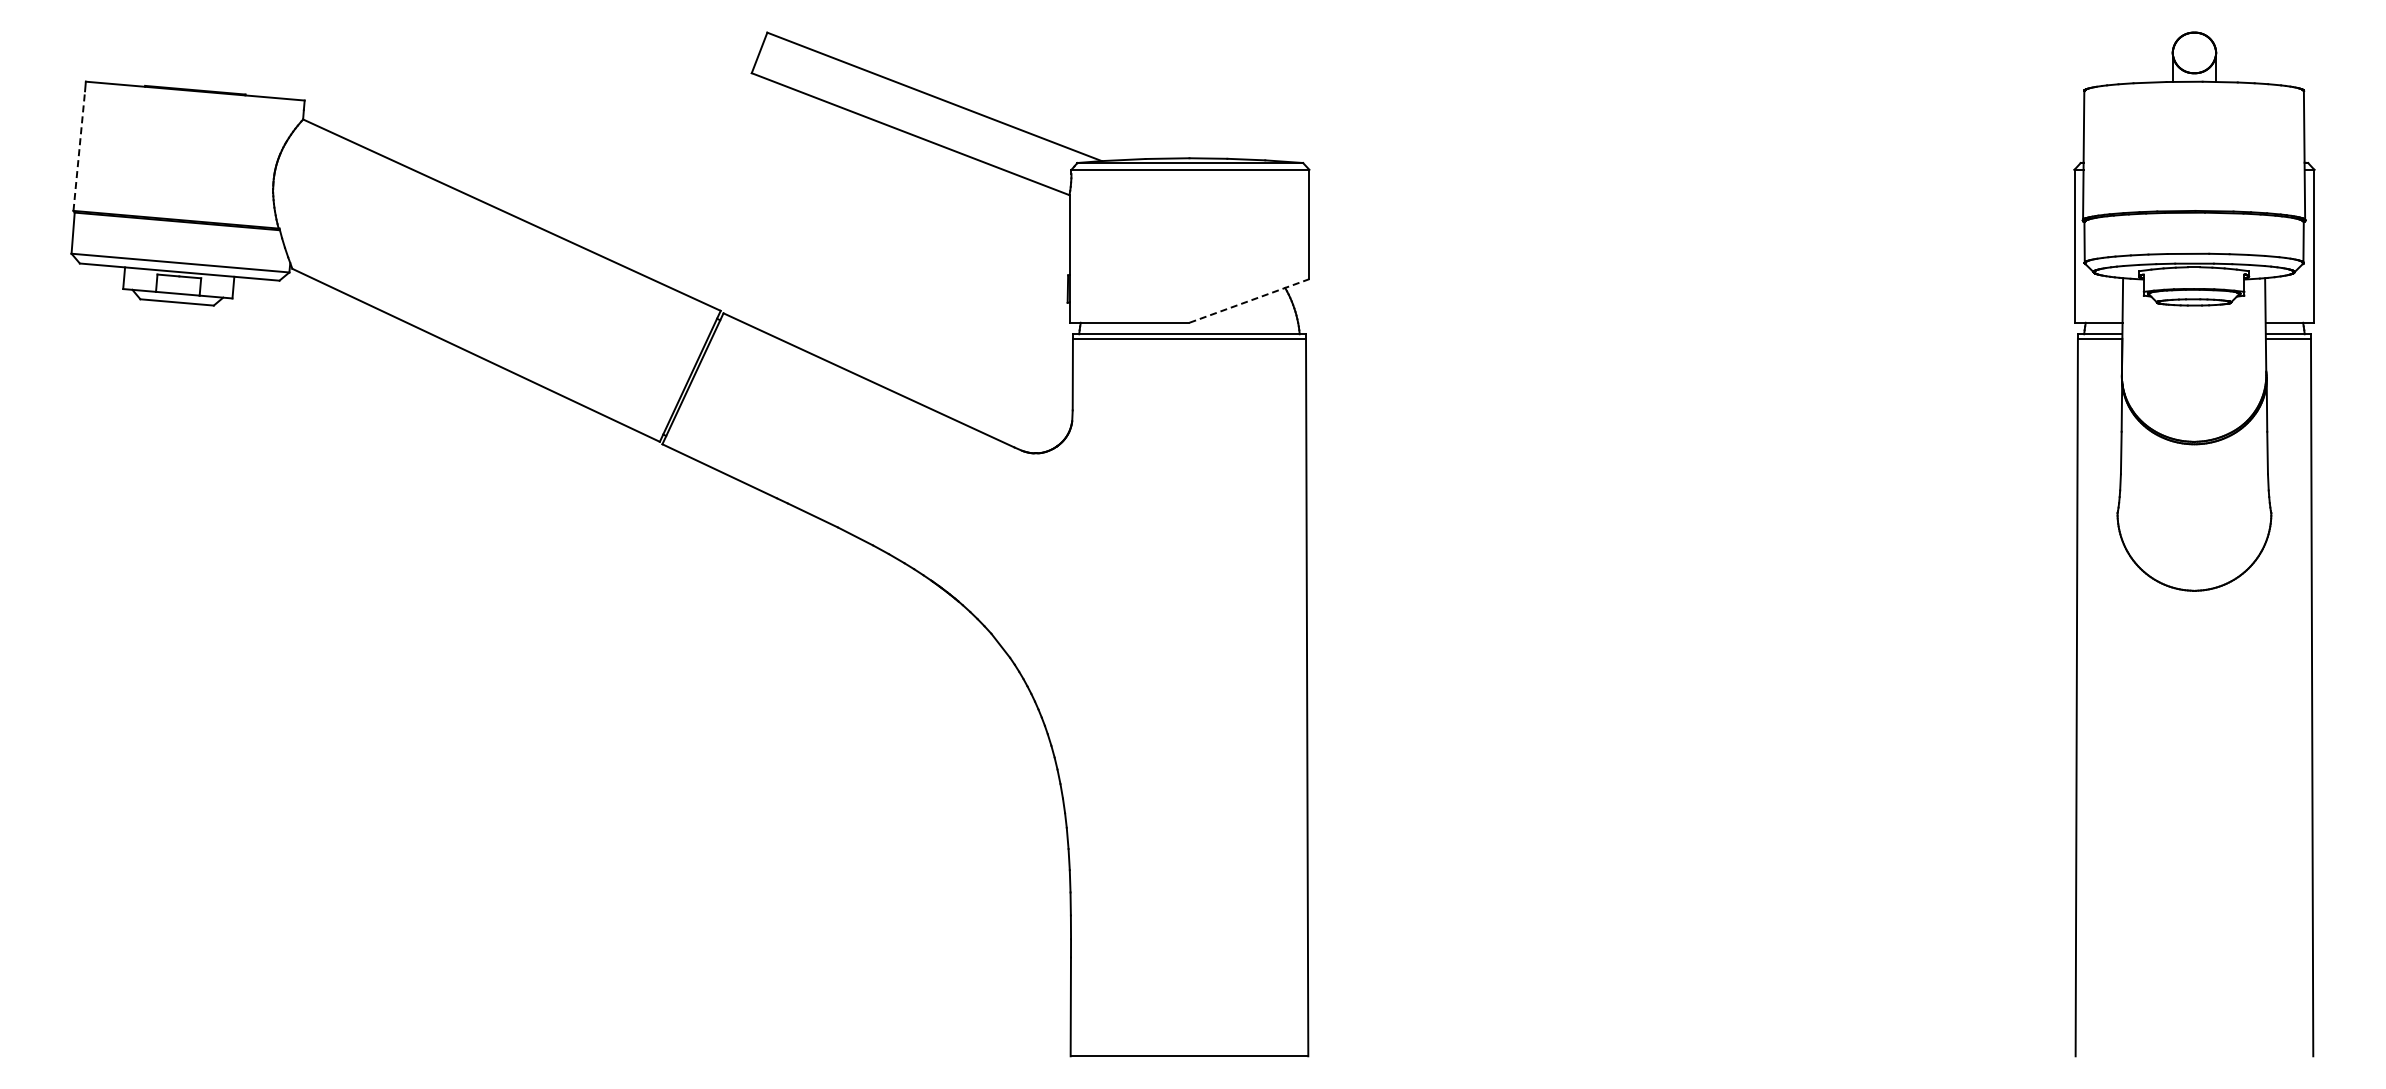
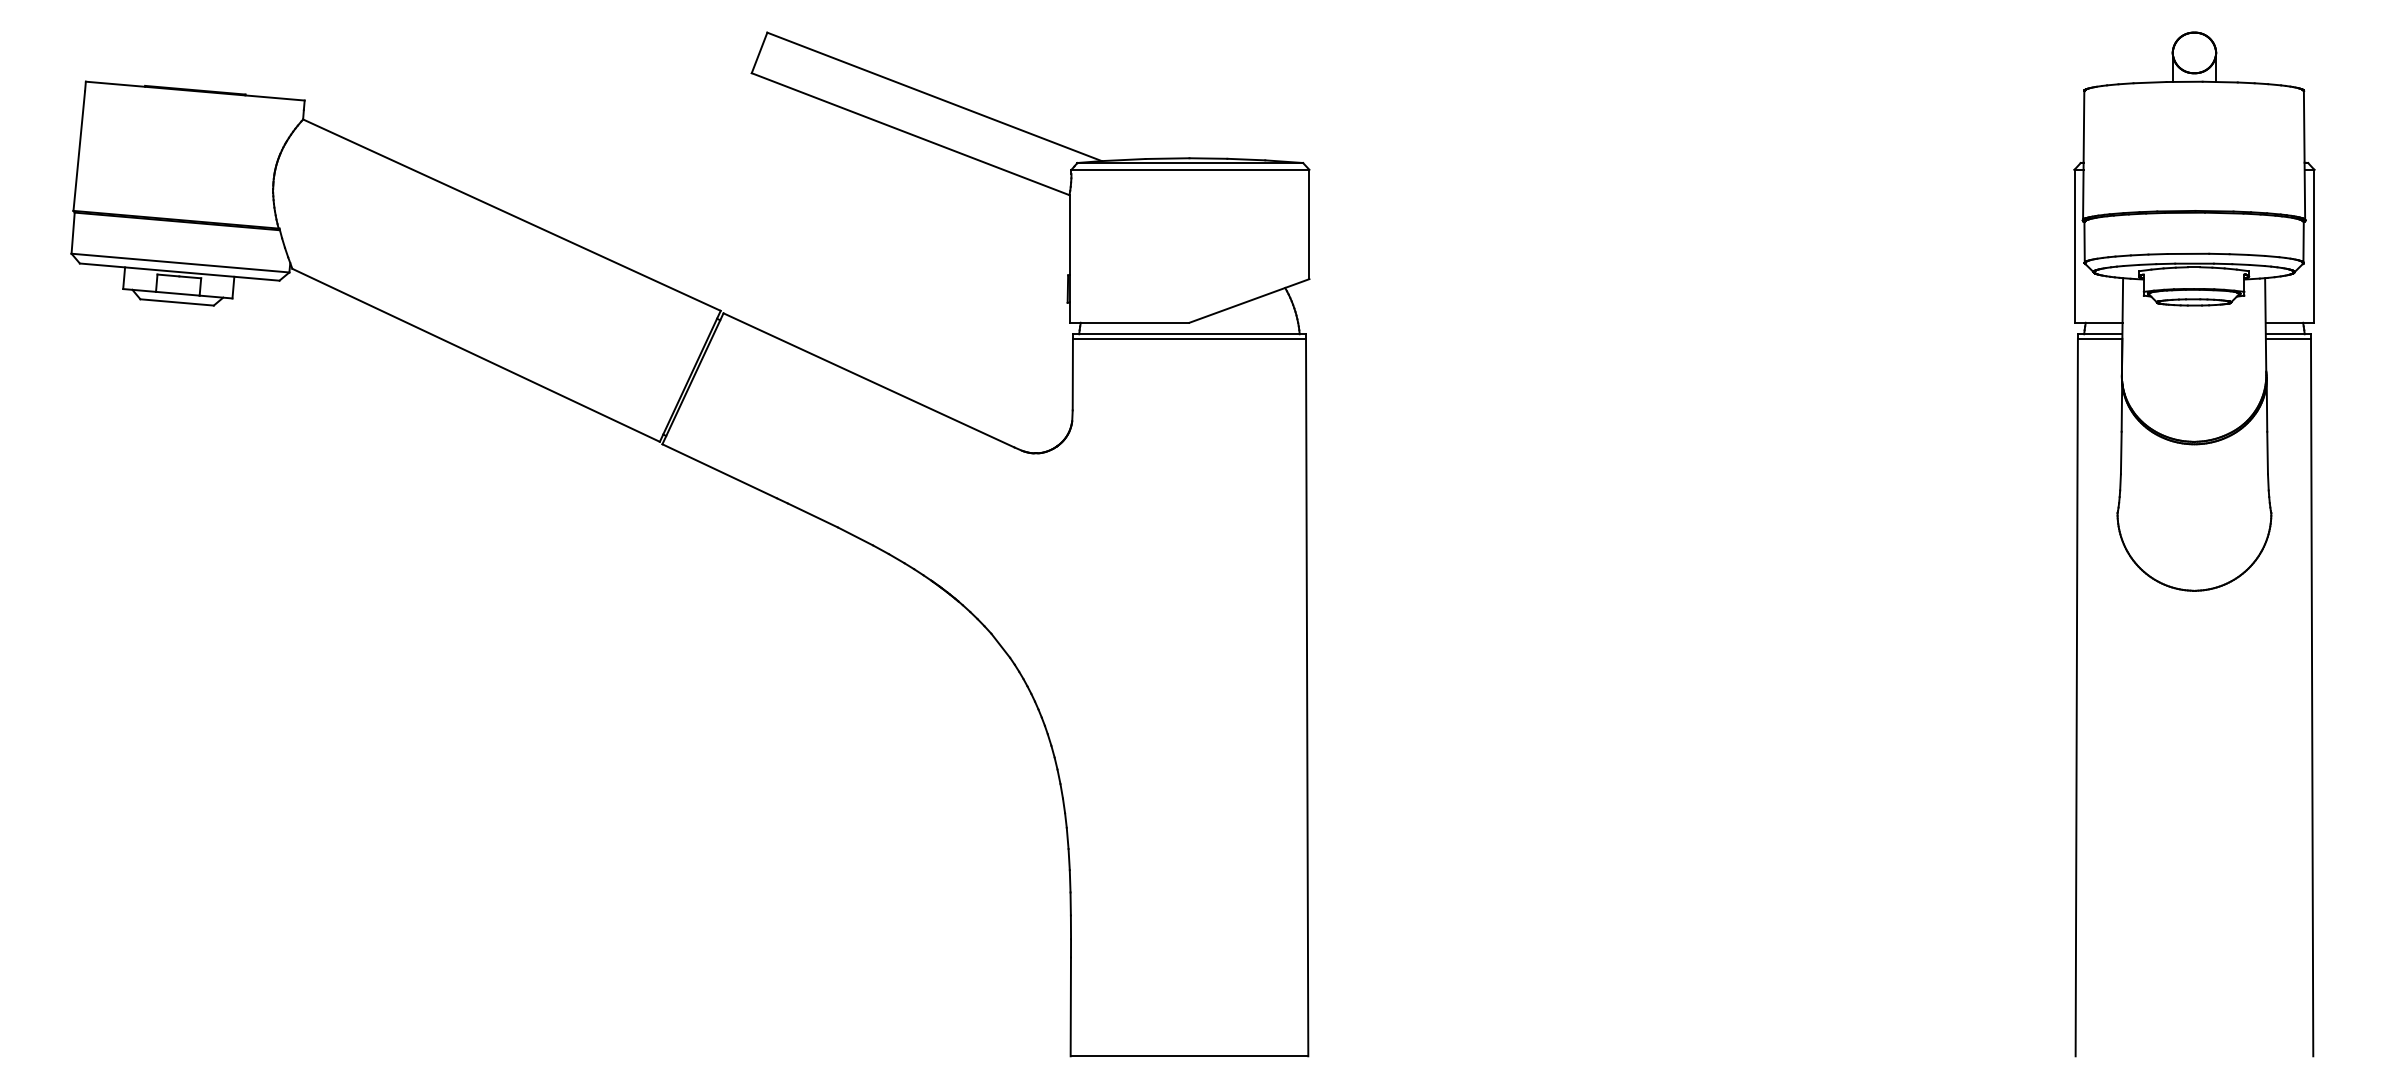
line at (79, 150): dashed -> solid
line at (1249, 300): dashed -> solid
